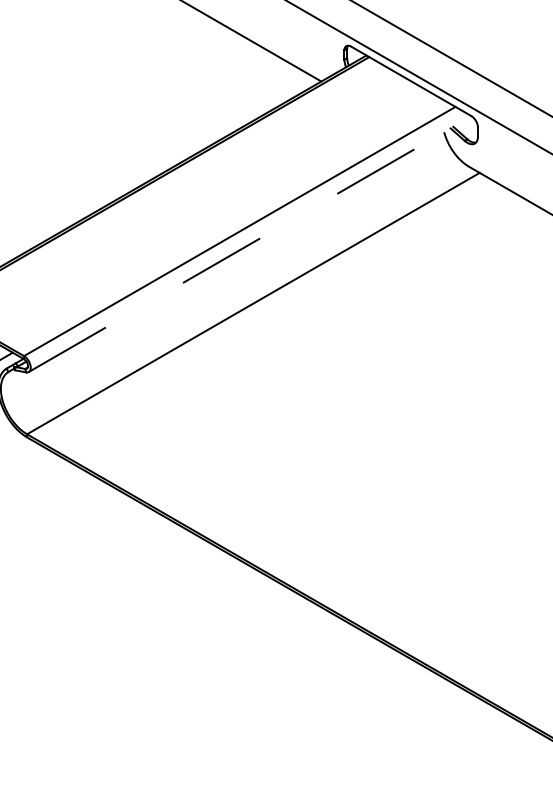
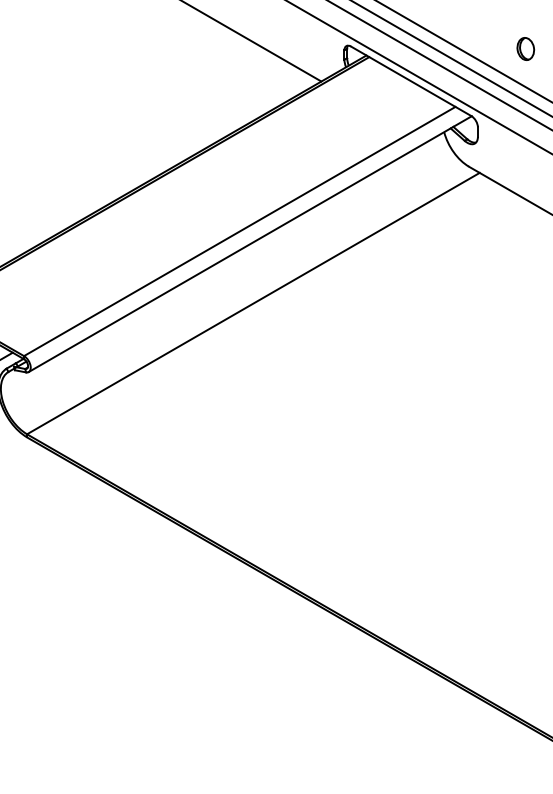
part at (525, 48): none -> present
line at (463, 51): none -> present
line at (439, 65): none -> present
line at (250, 244): dashed -> solid
